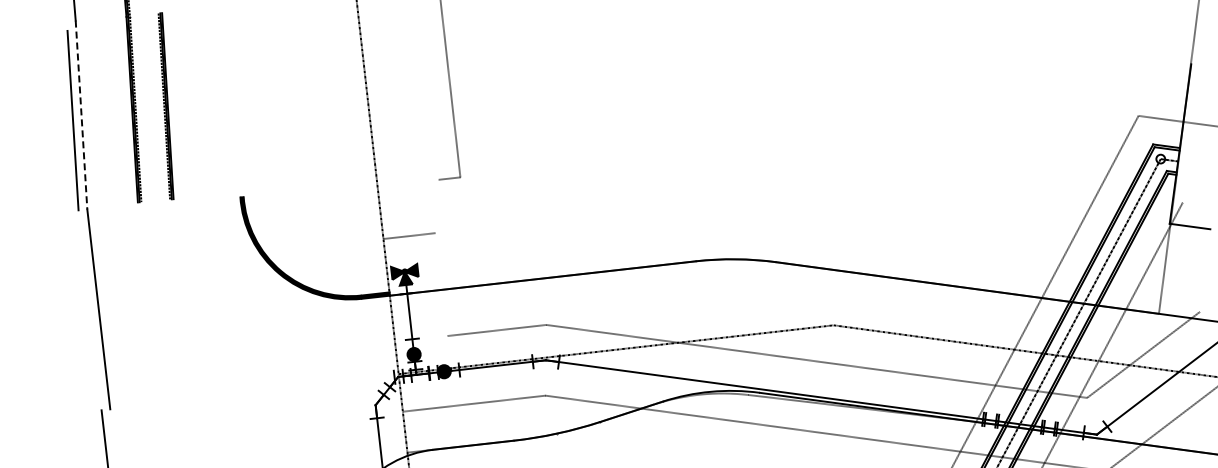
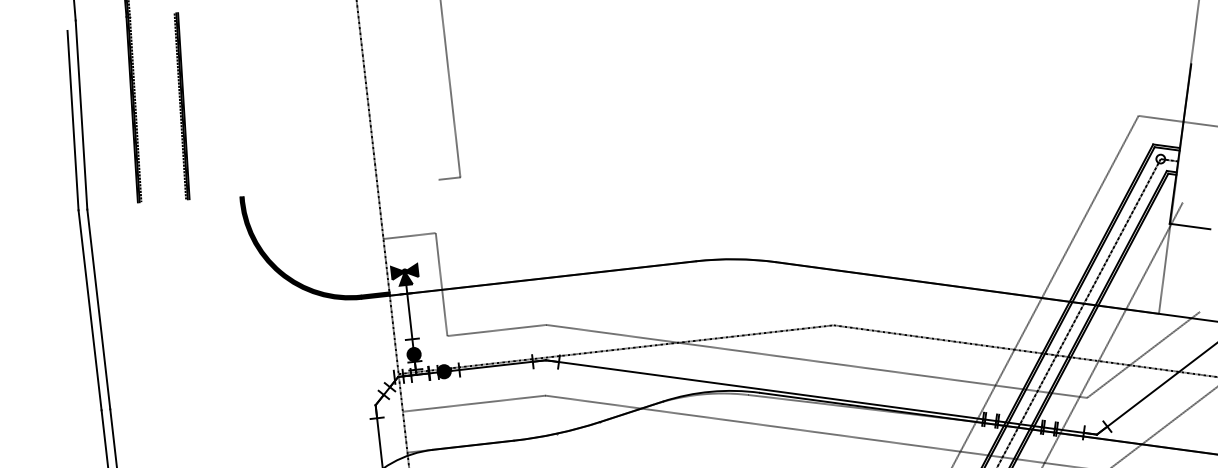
part at (165, 106) position: (165, 106) -> (181, 106)
line at (81, 115): dashed -> solid
line at (441, 284): none -> present
line at (89, 310): none -> present
line at (113, 436): none -> present
